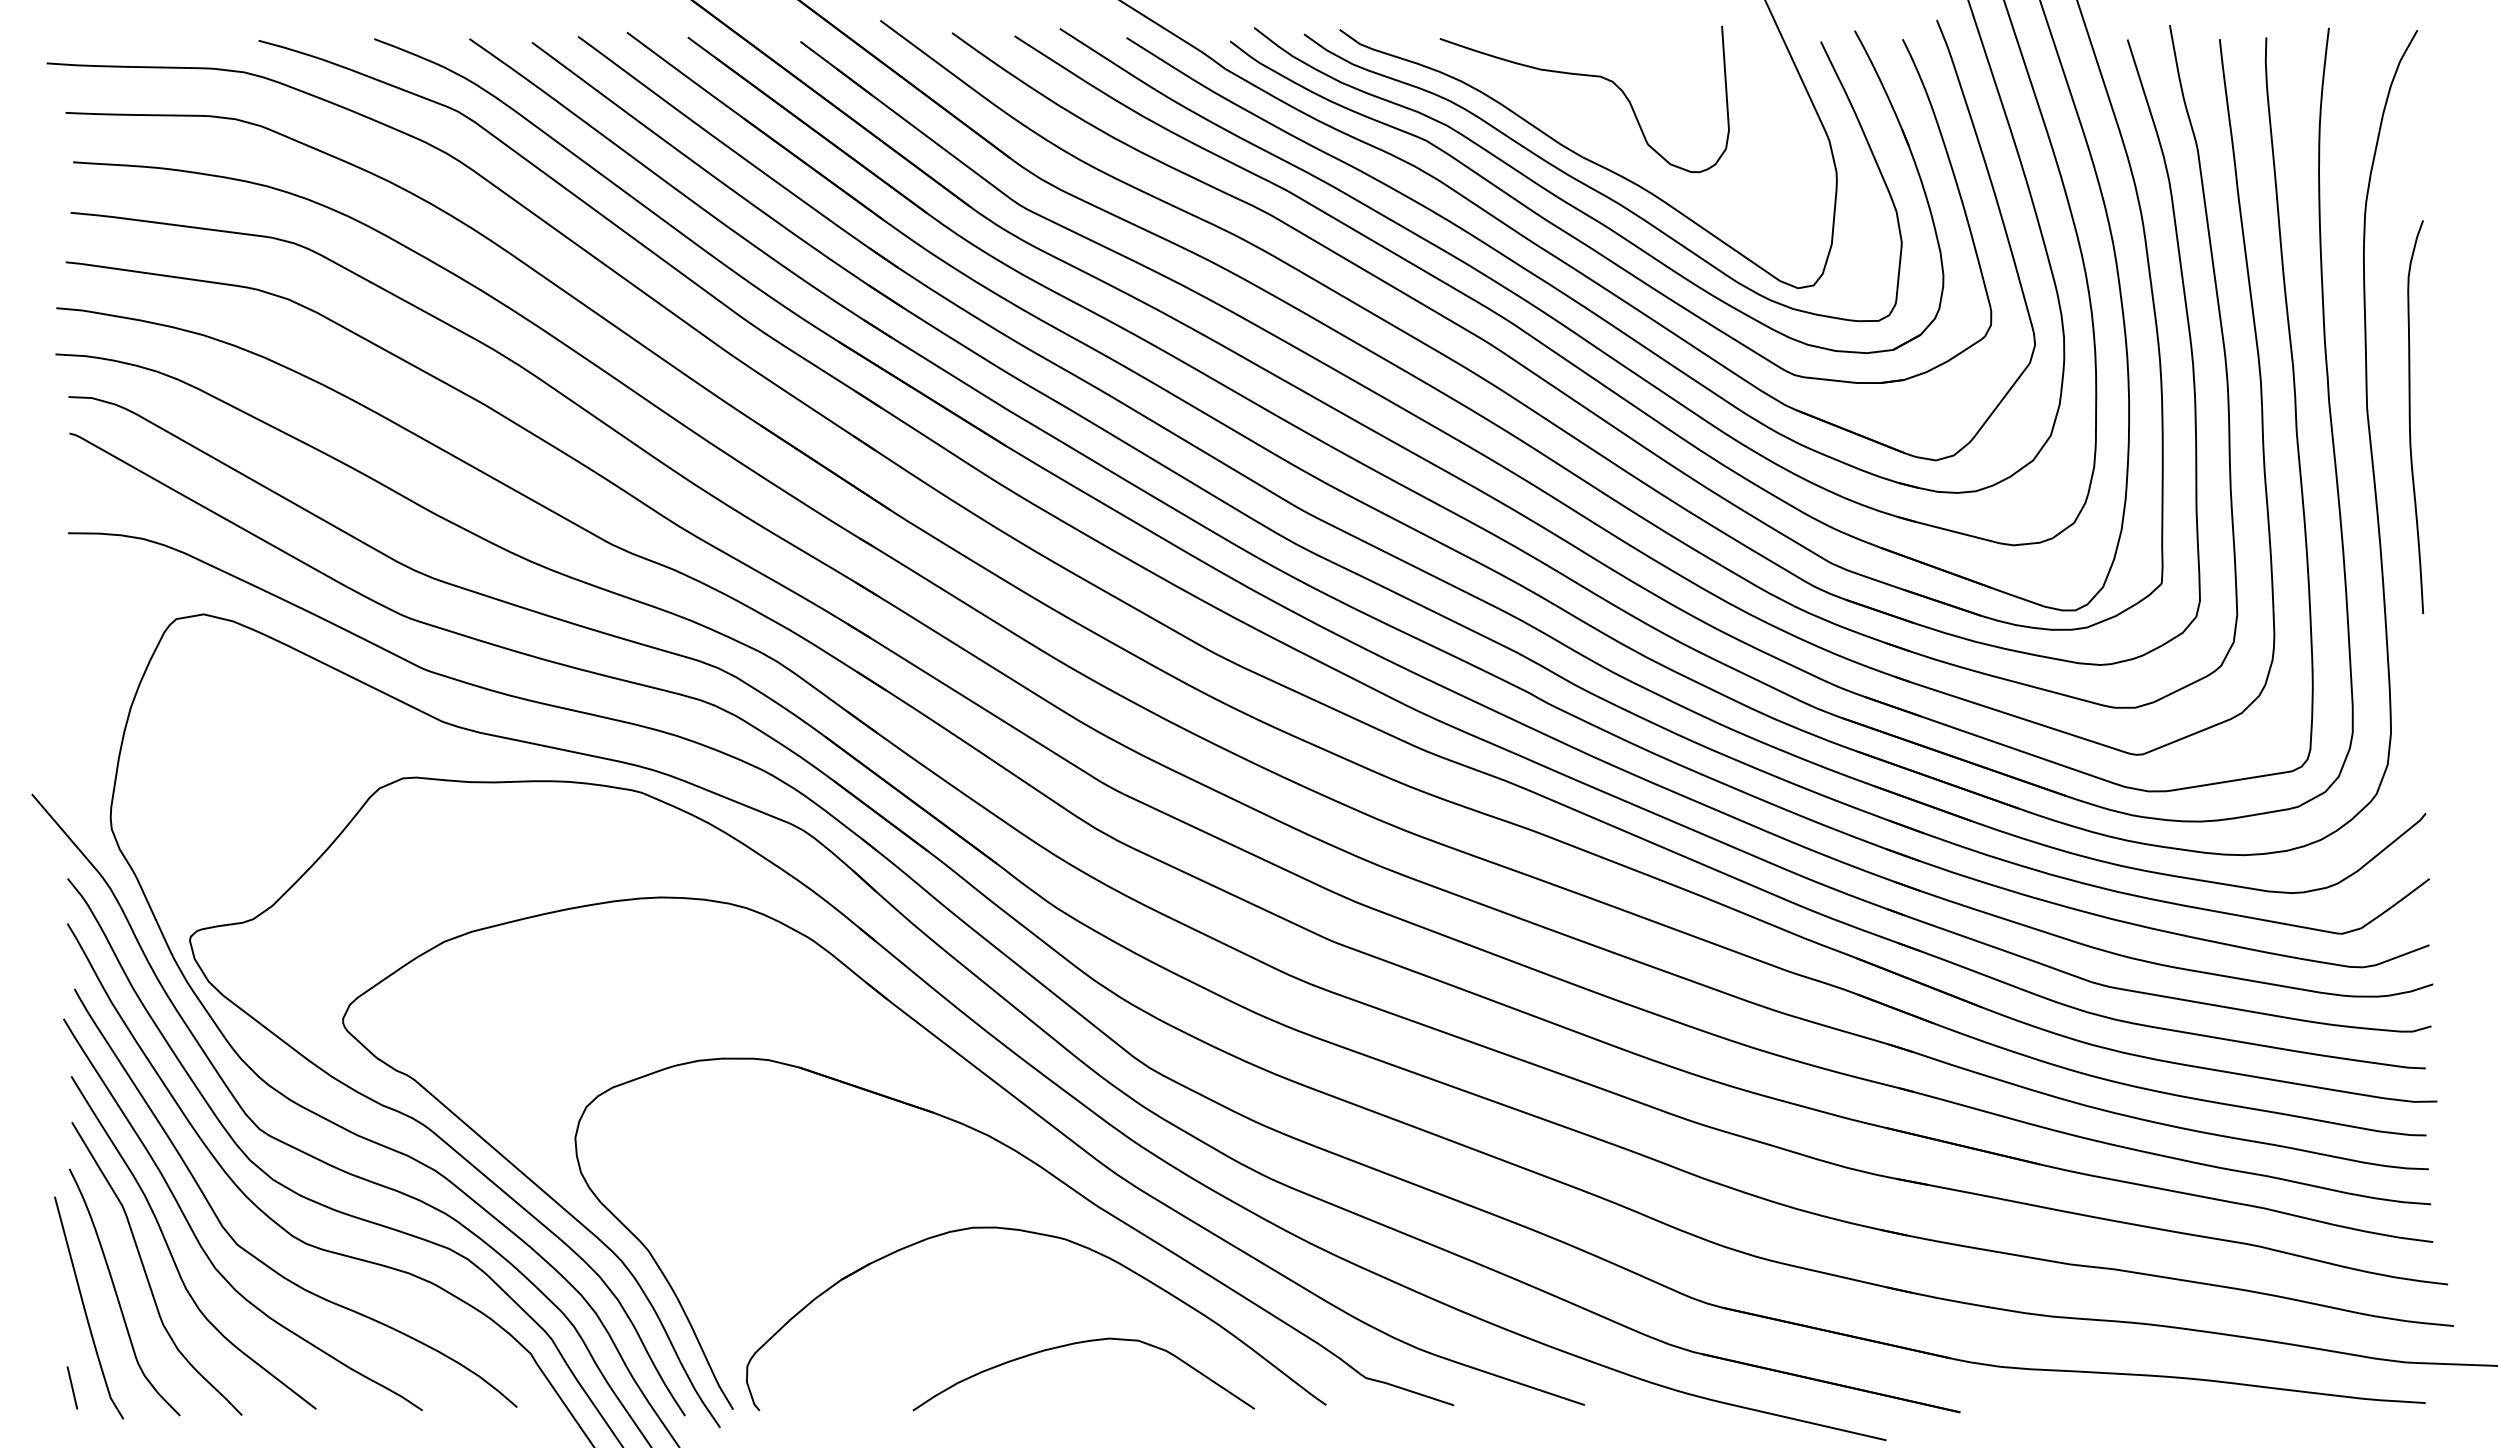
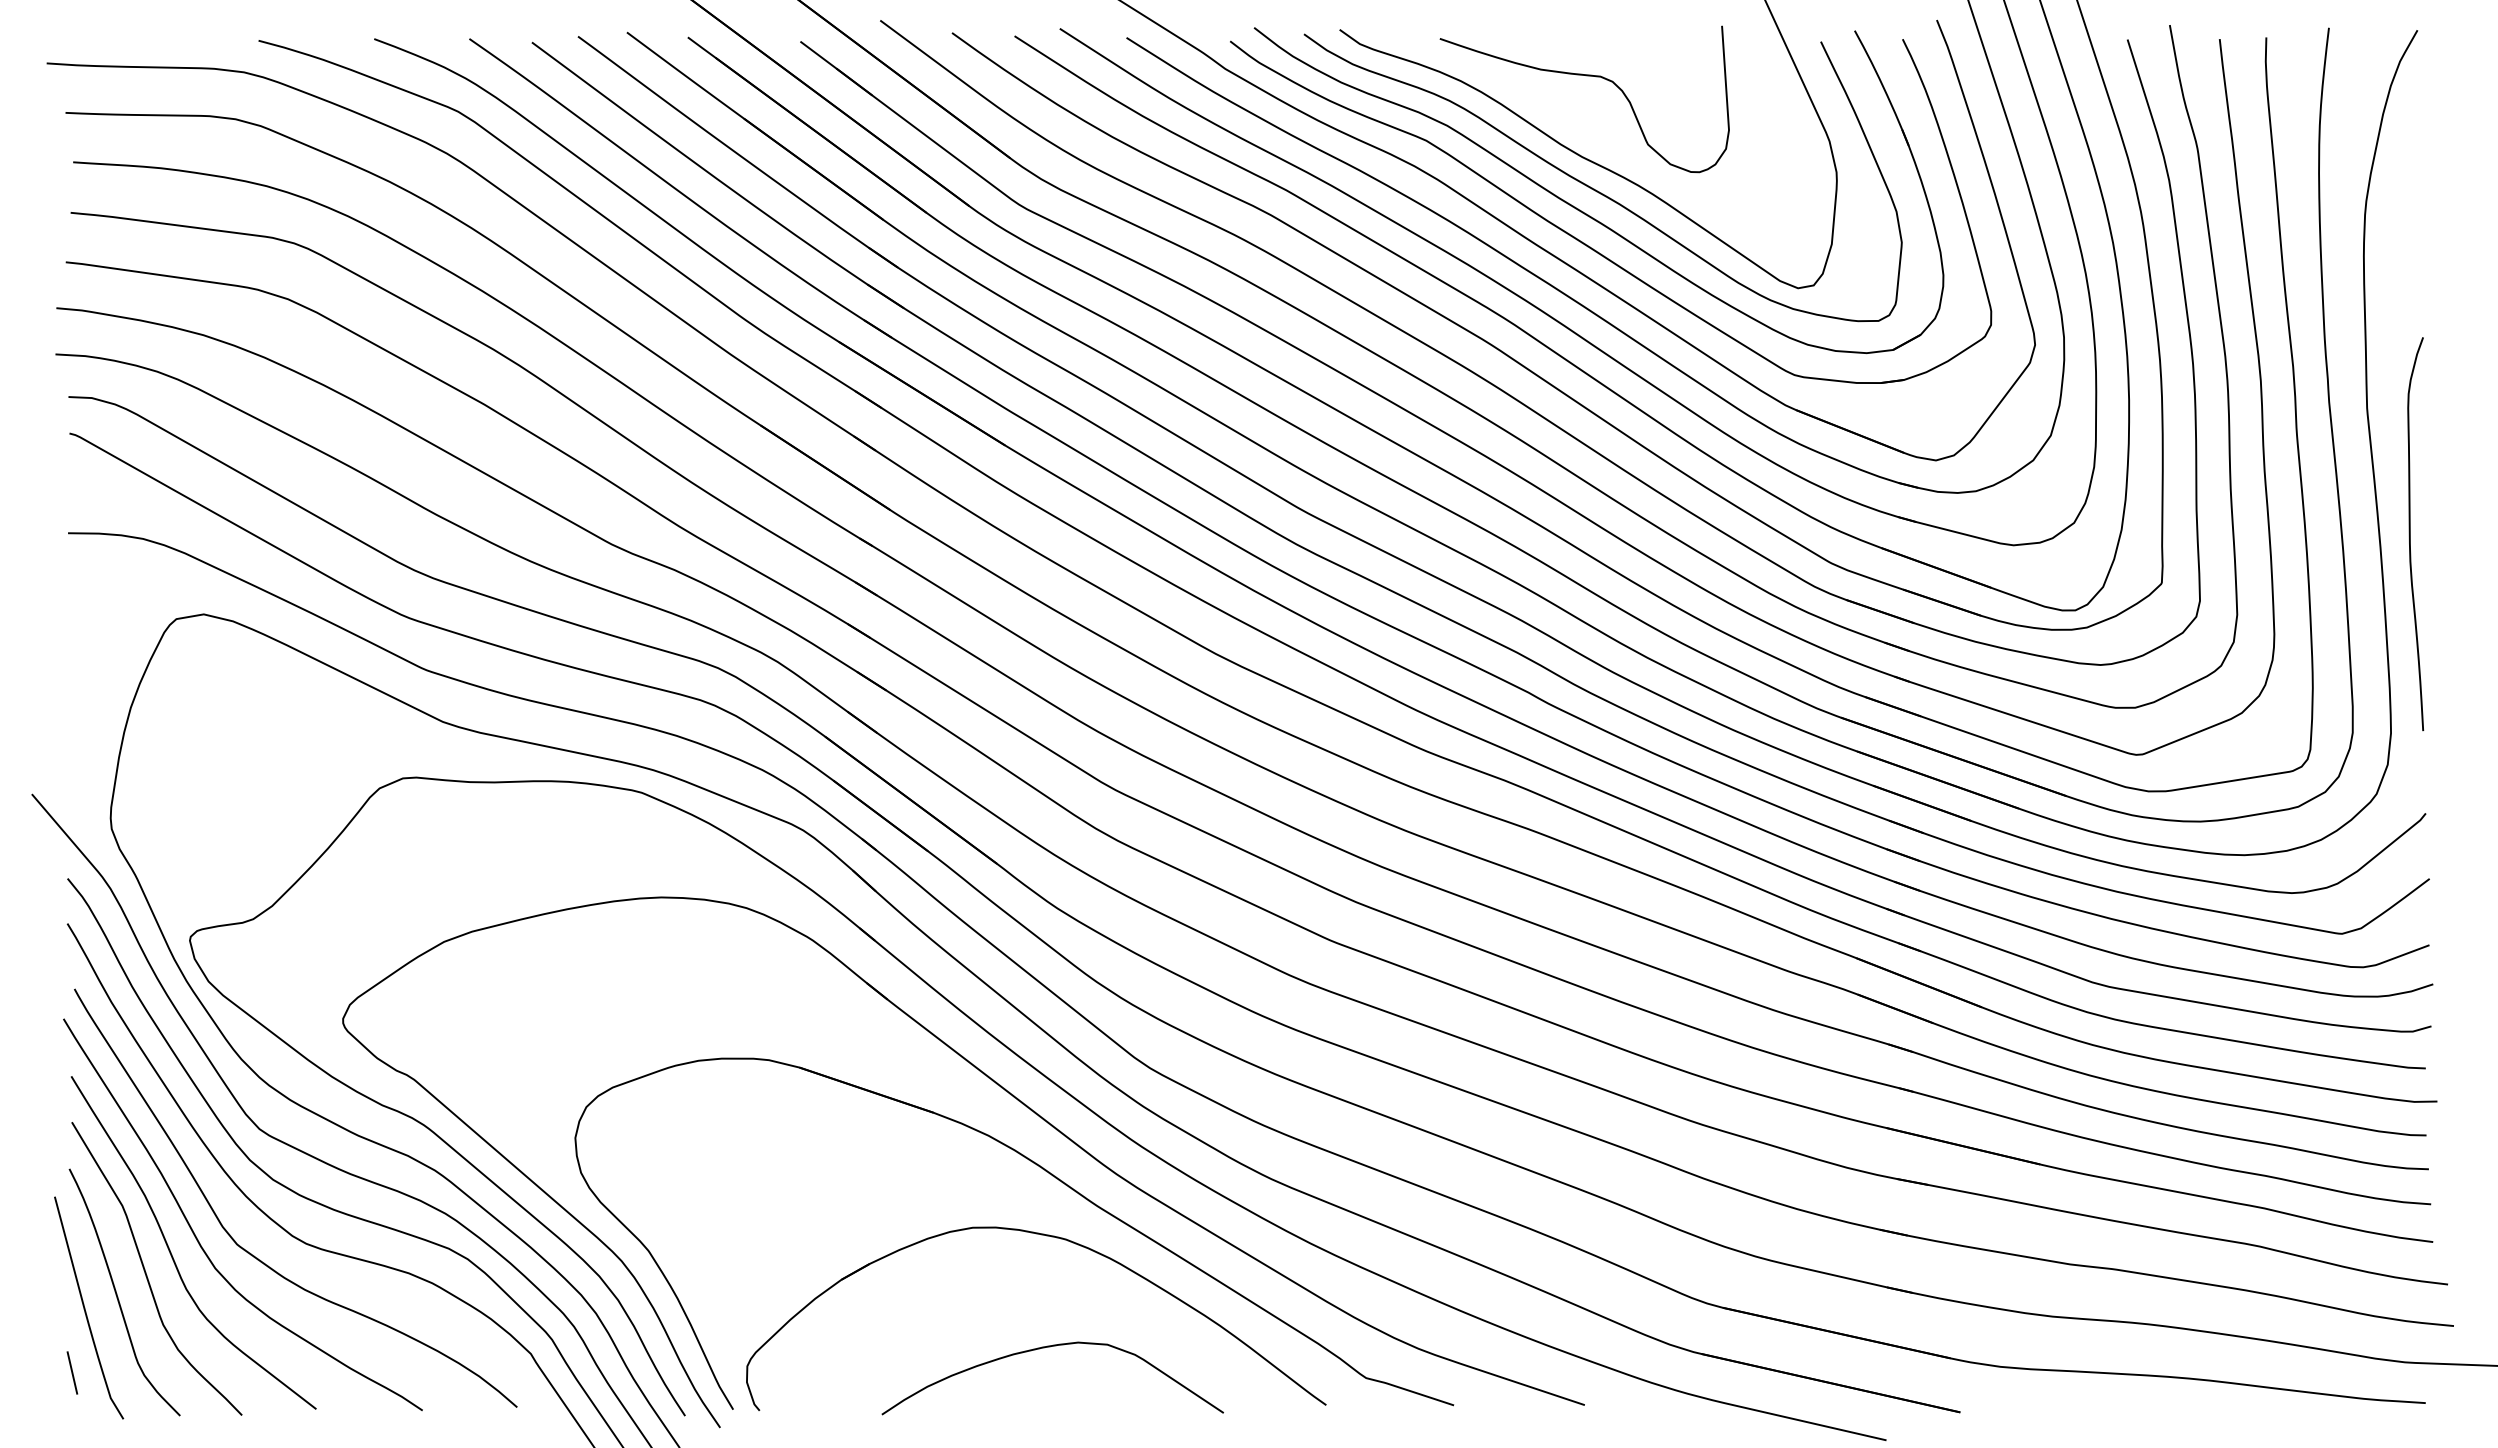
curve at (2410, 416) position: (2410, 416) -> (2410, 533)
curve at (1075, 1344) position: (1075, 1344) -> (1044, 1348)
line at (72, 1387) position: (72, 1387) -> (72, 1372)
